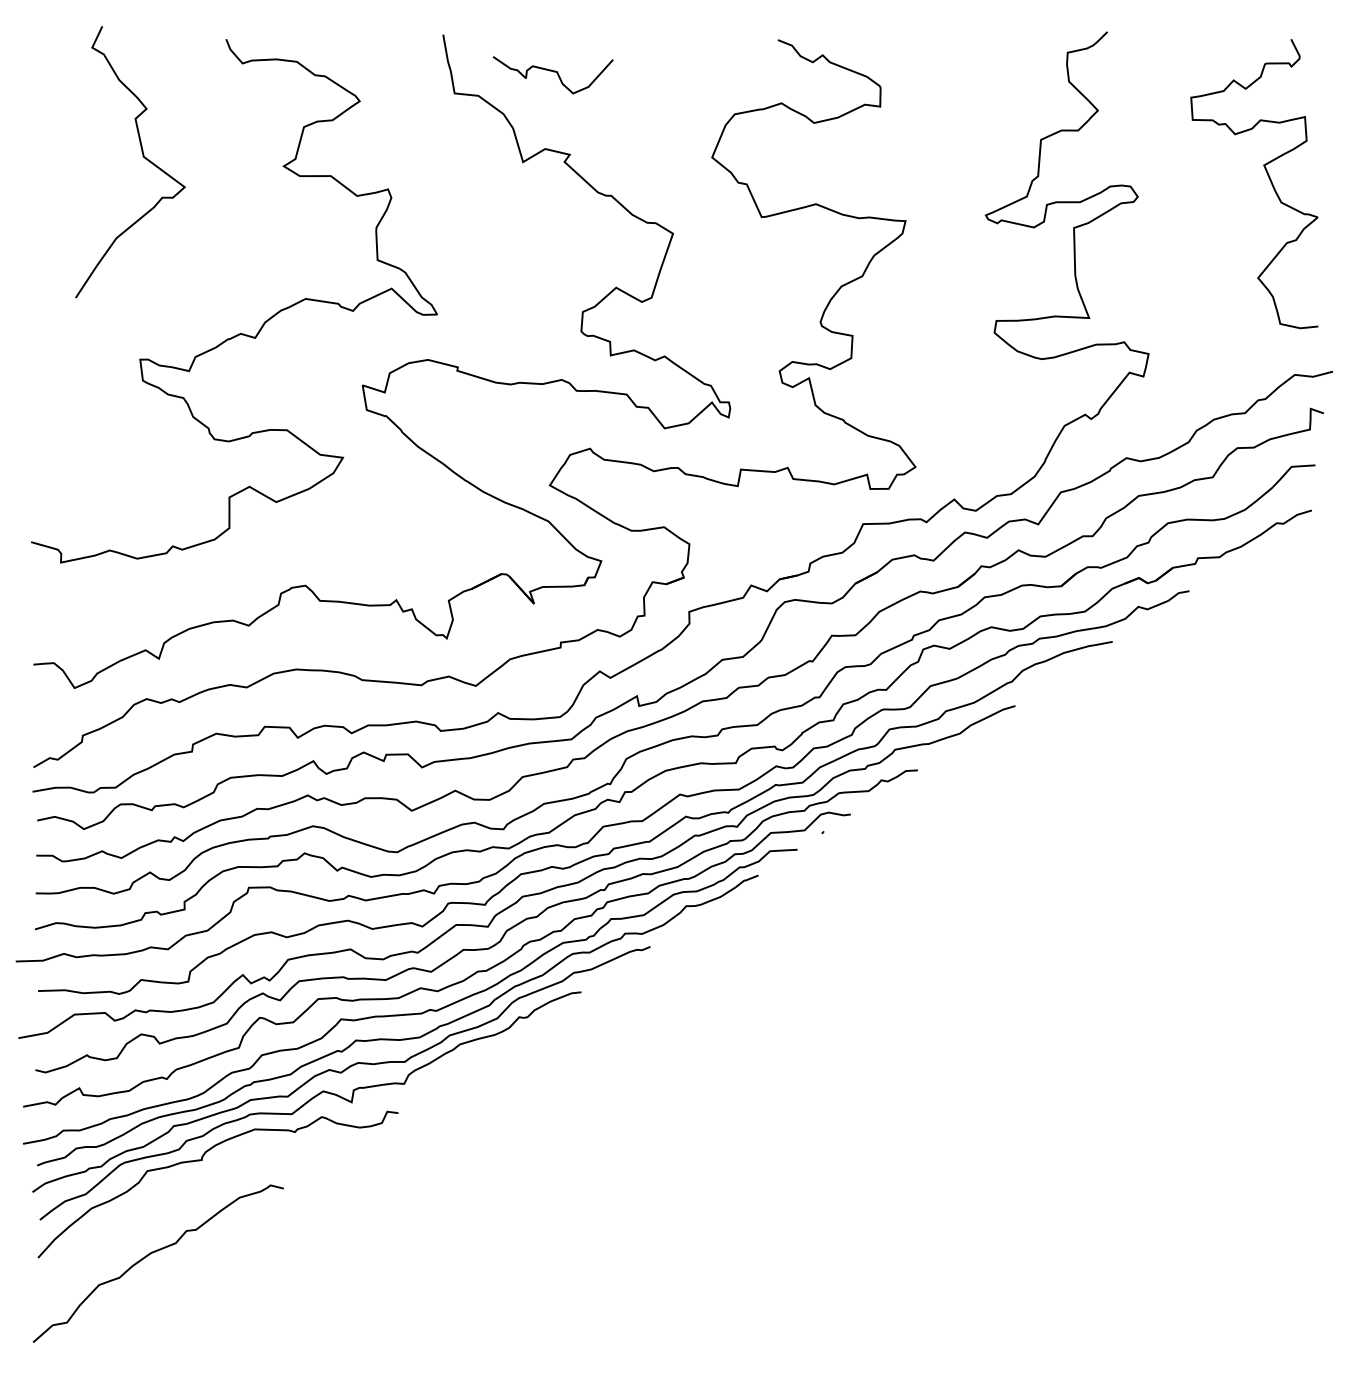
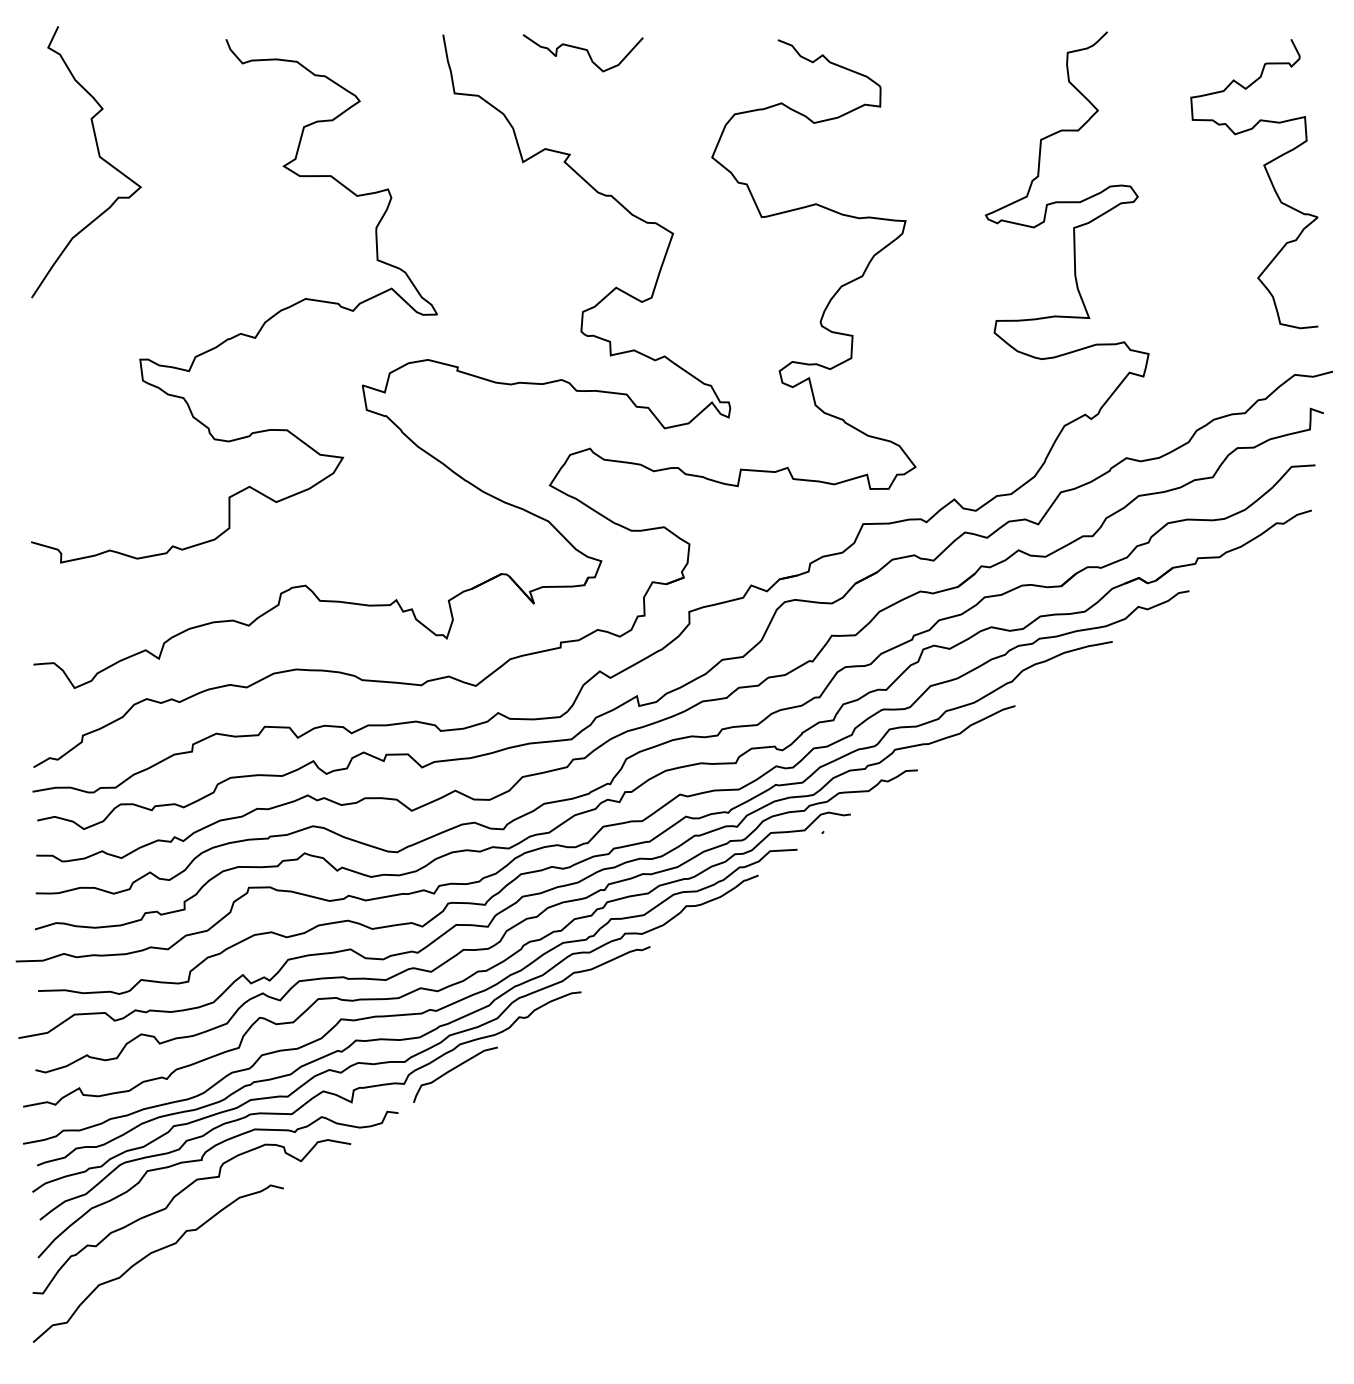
curve at (553, 72) position: (553, 72) -> (583, 50)
curve at (142, 156) position: (142, 156) -> (98, 156)
curve at (452, 1070): none -> present
curve at (172, 1201): none -> present
